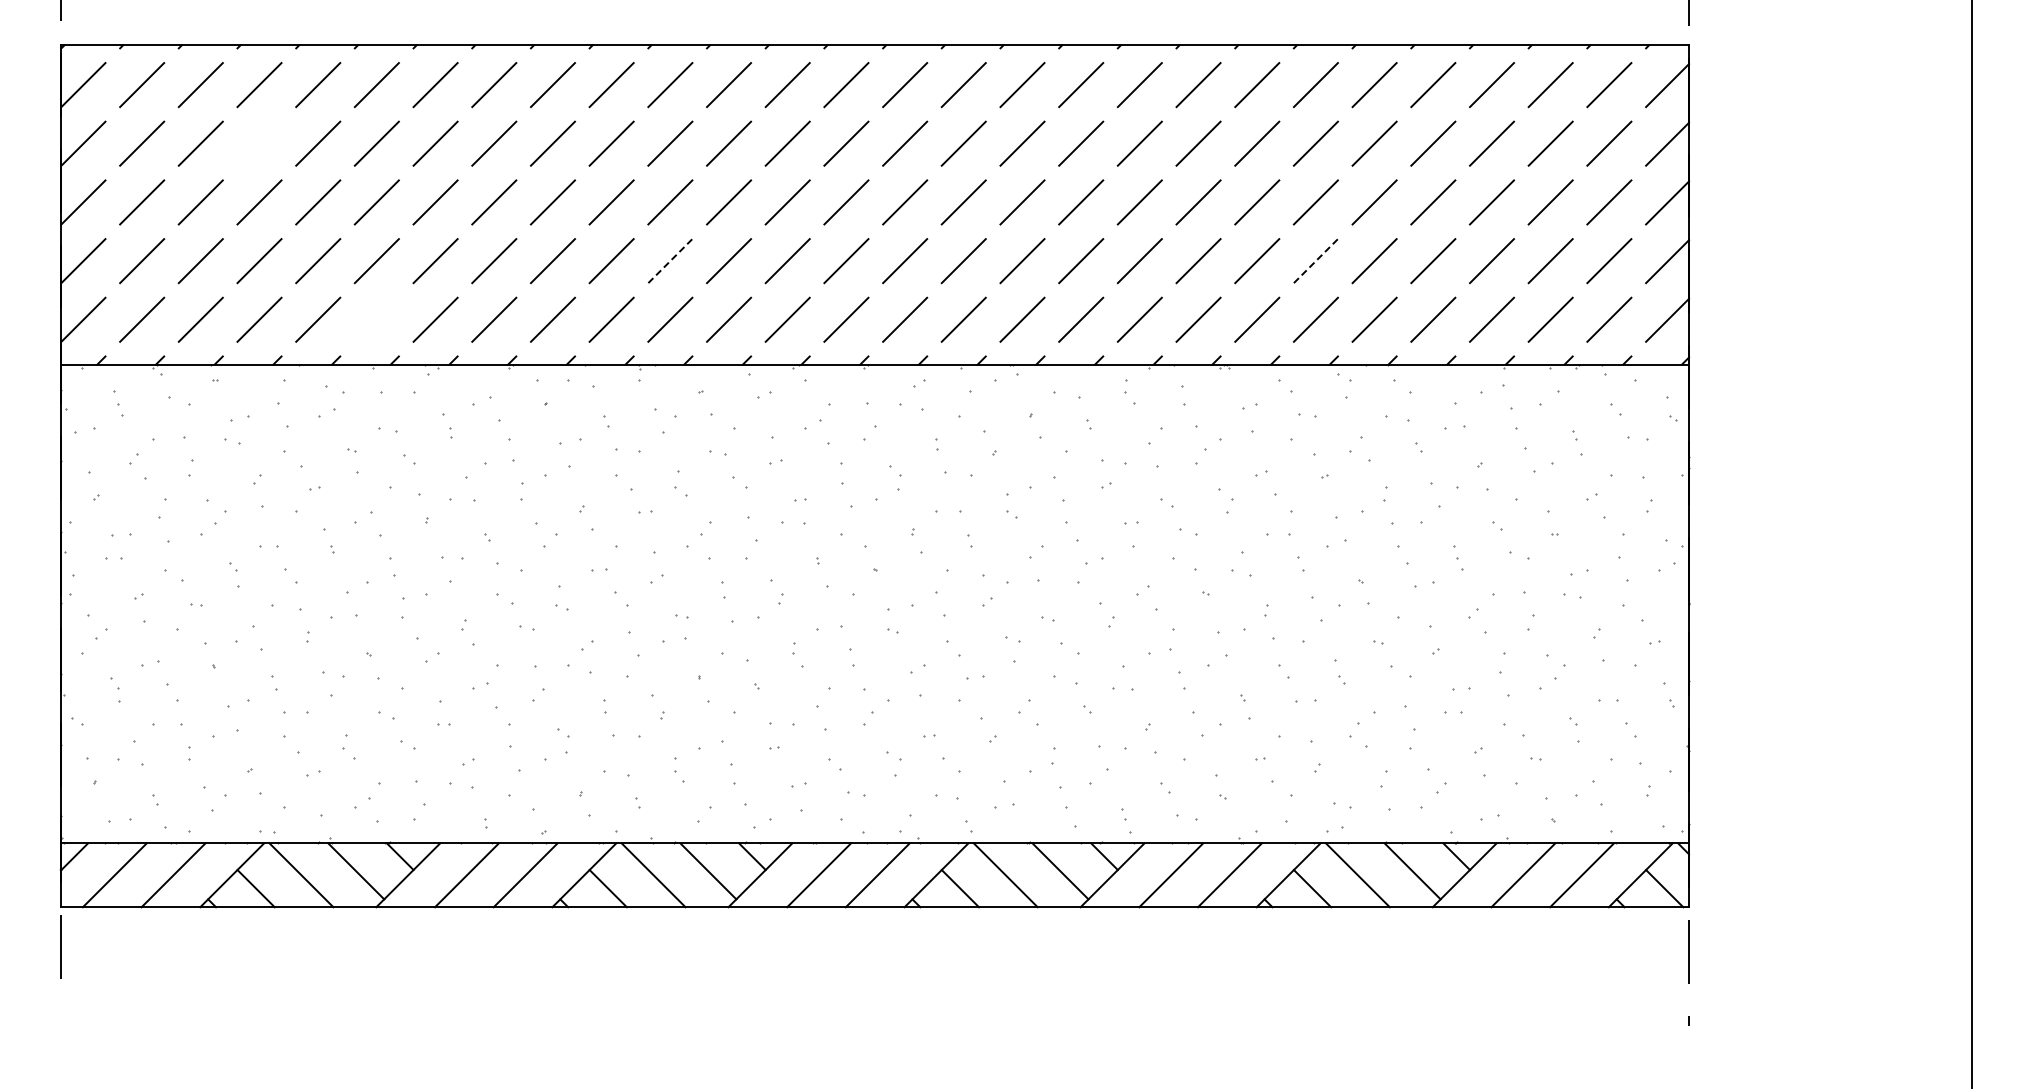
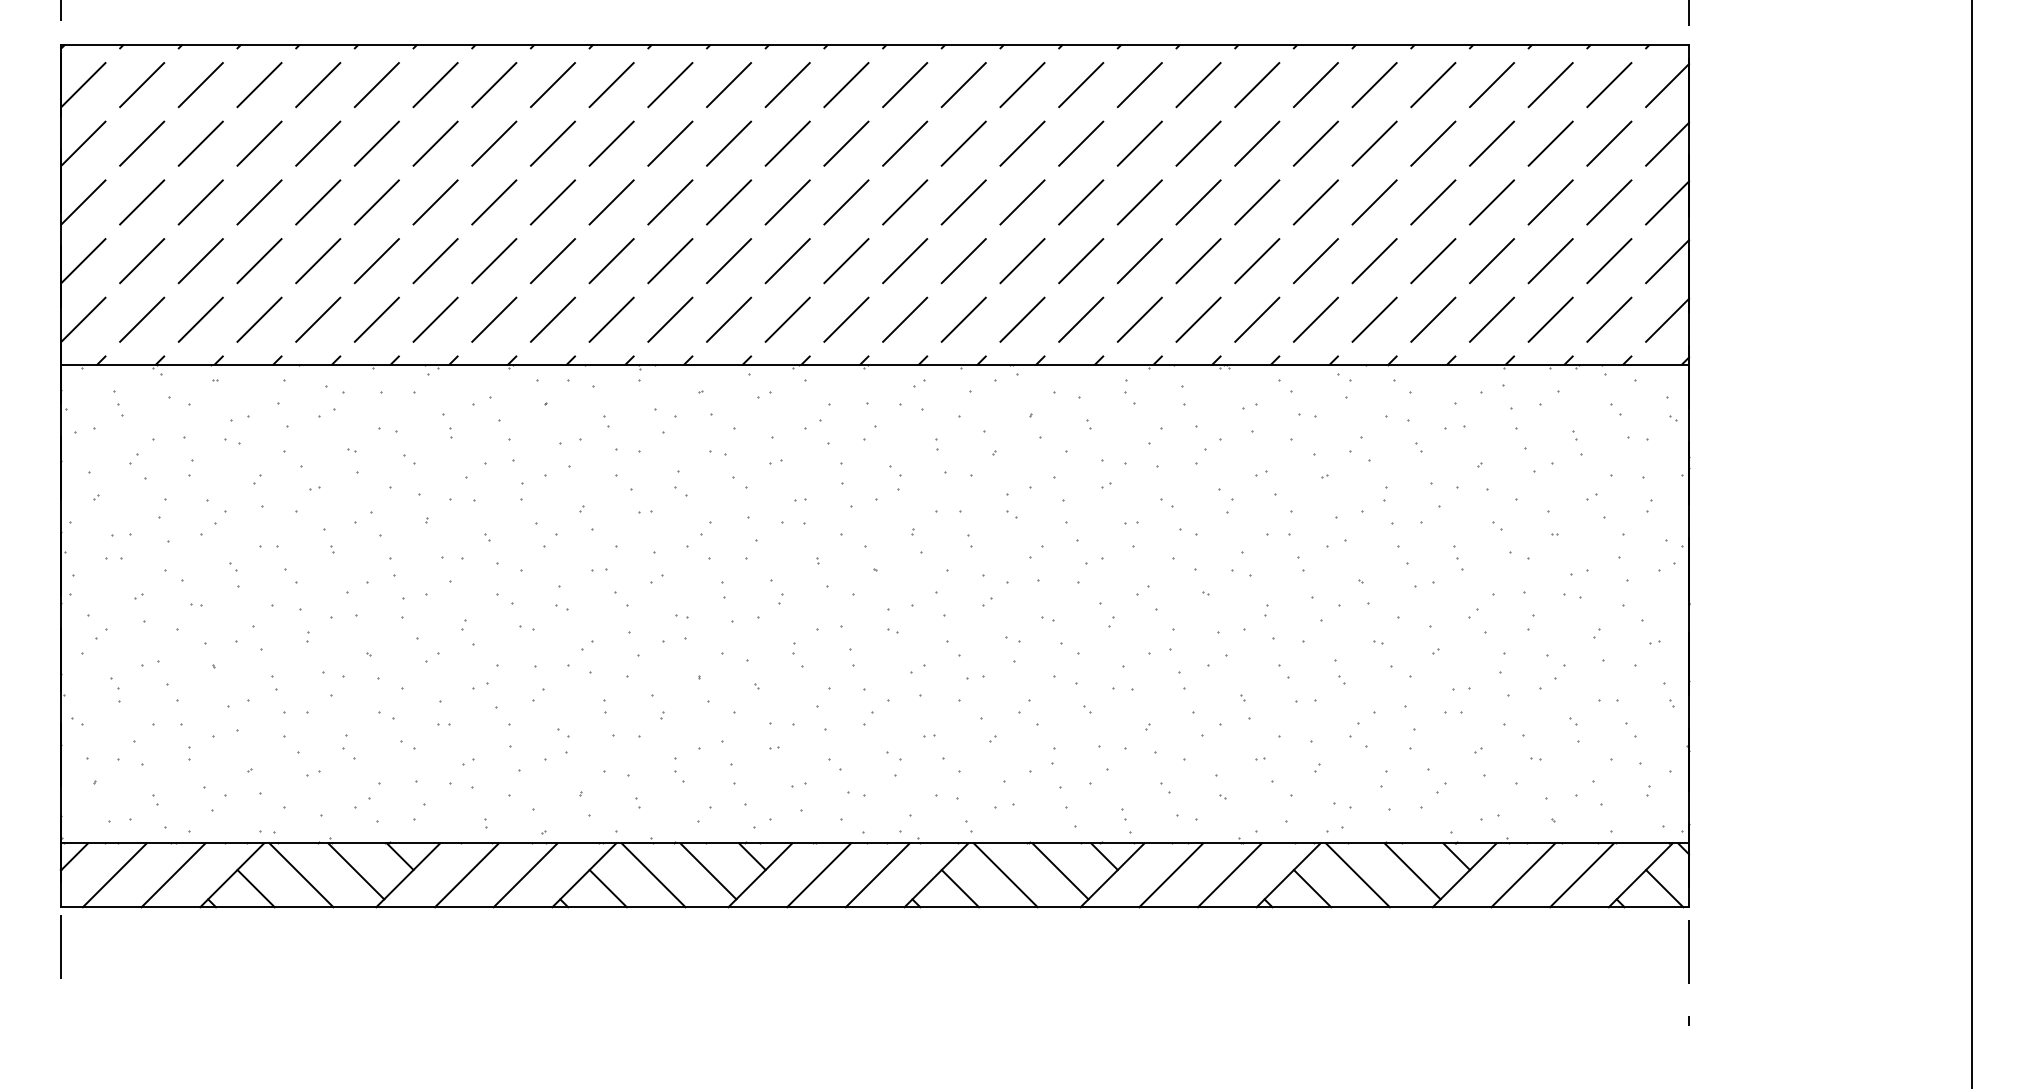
line at (259, 143): none -> present
line at (670, 260): dashed -> solid
line at (1316, 260): dashed -> solid
line at (376, 319): none -> present
